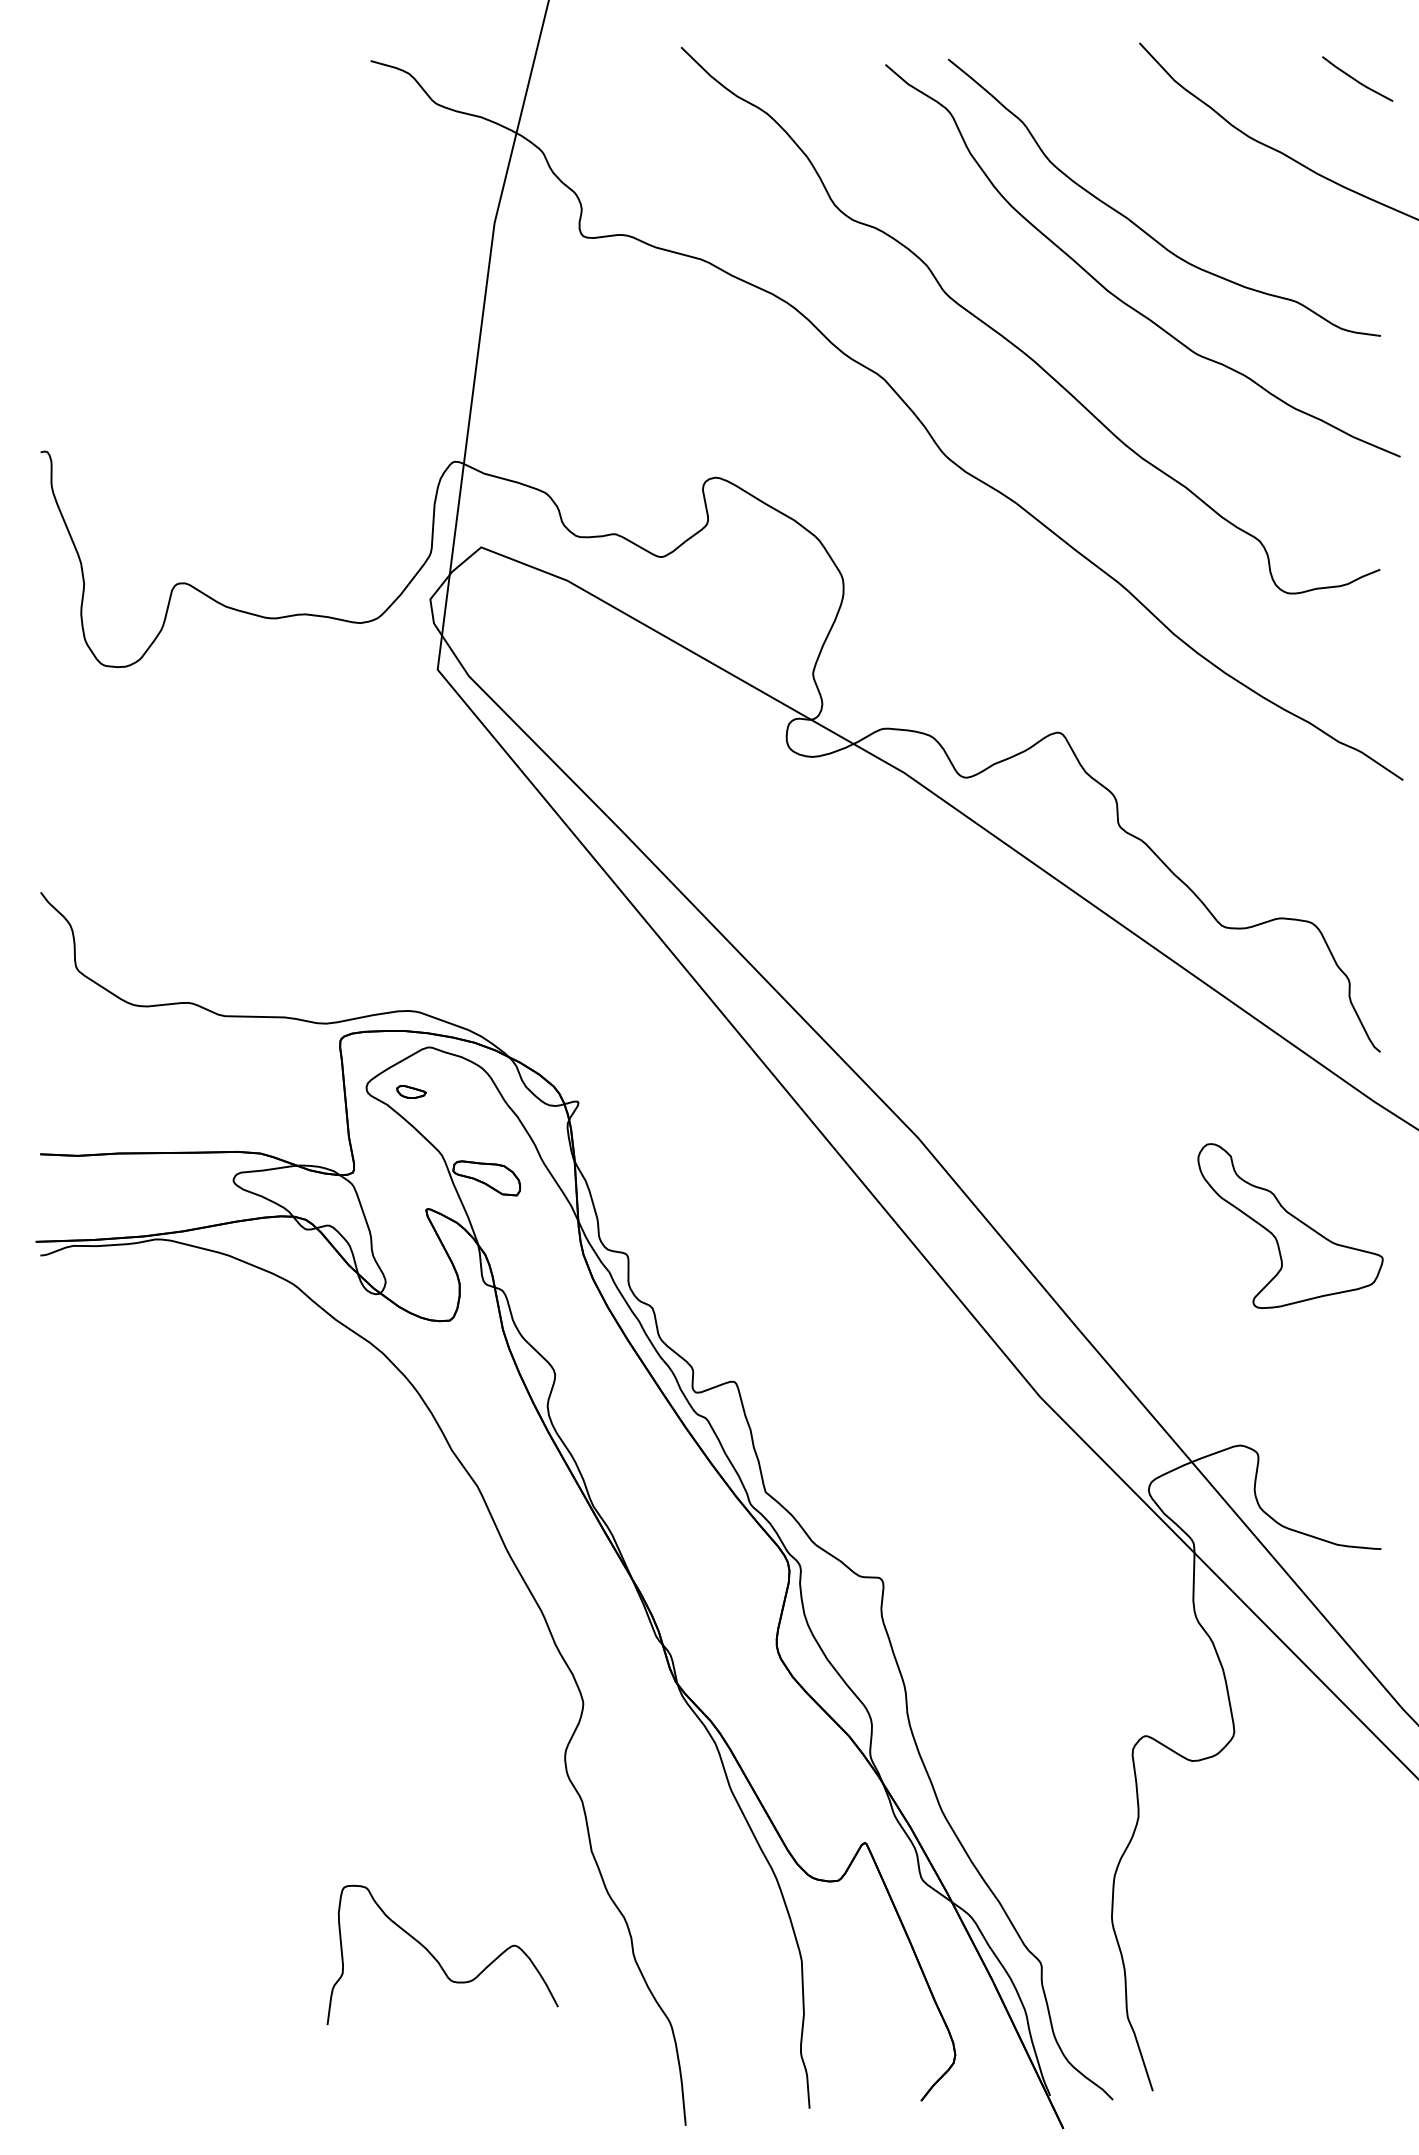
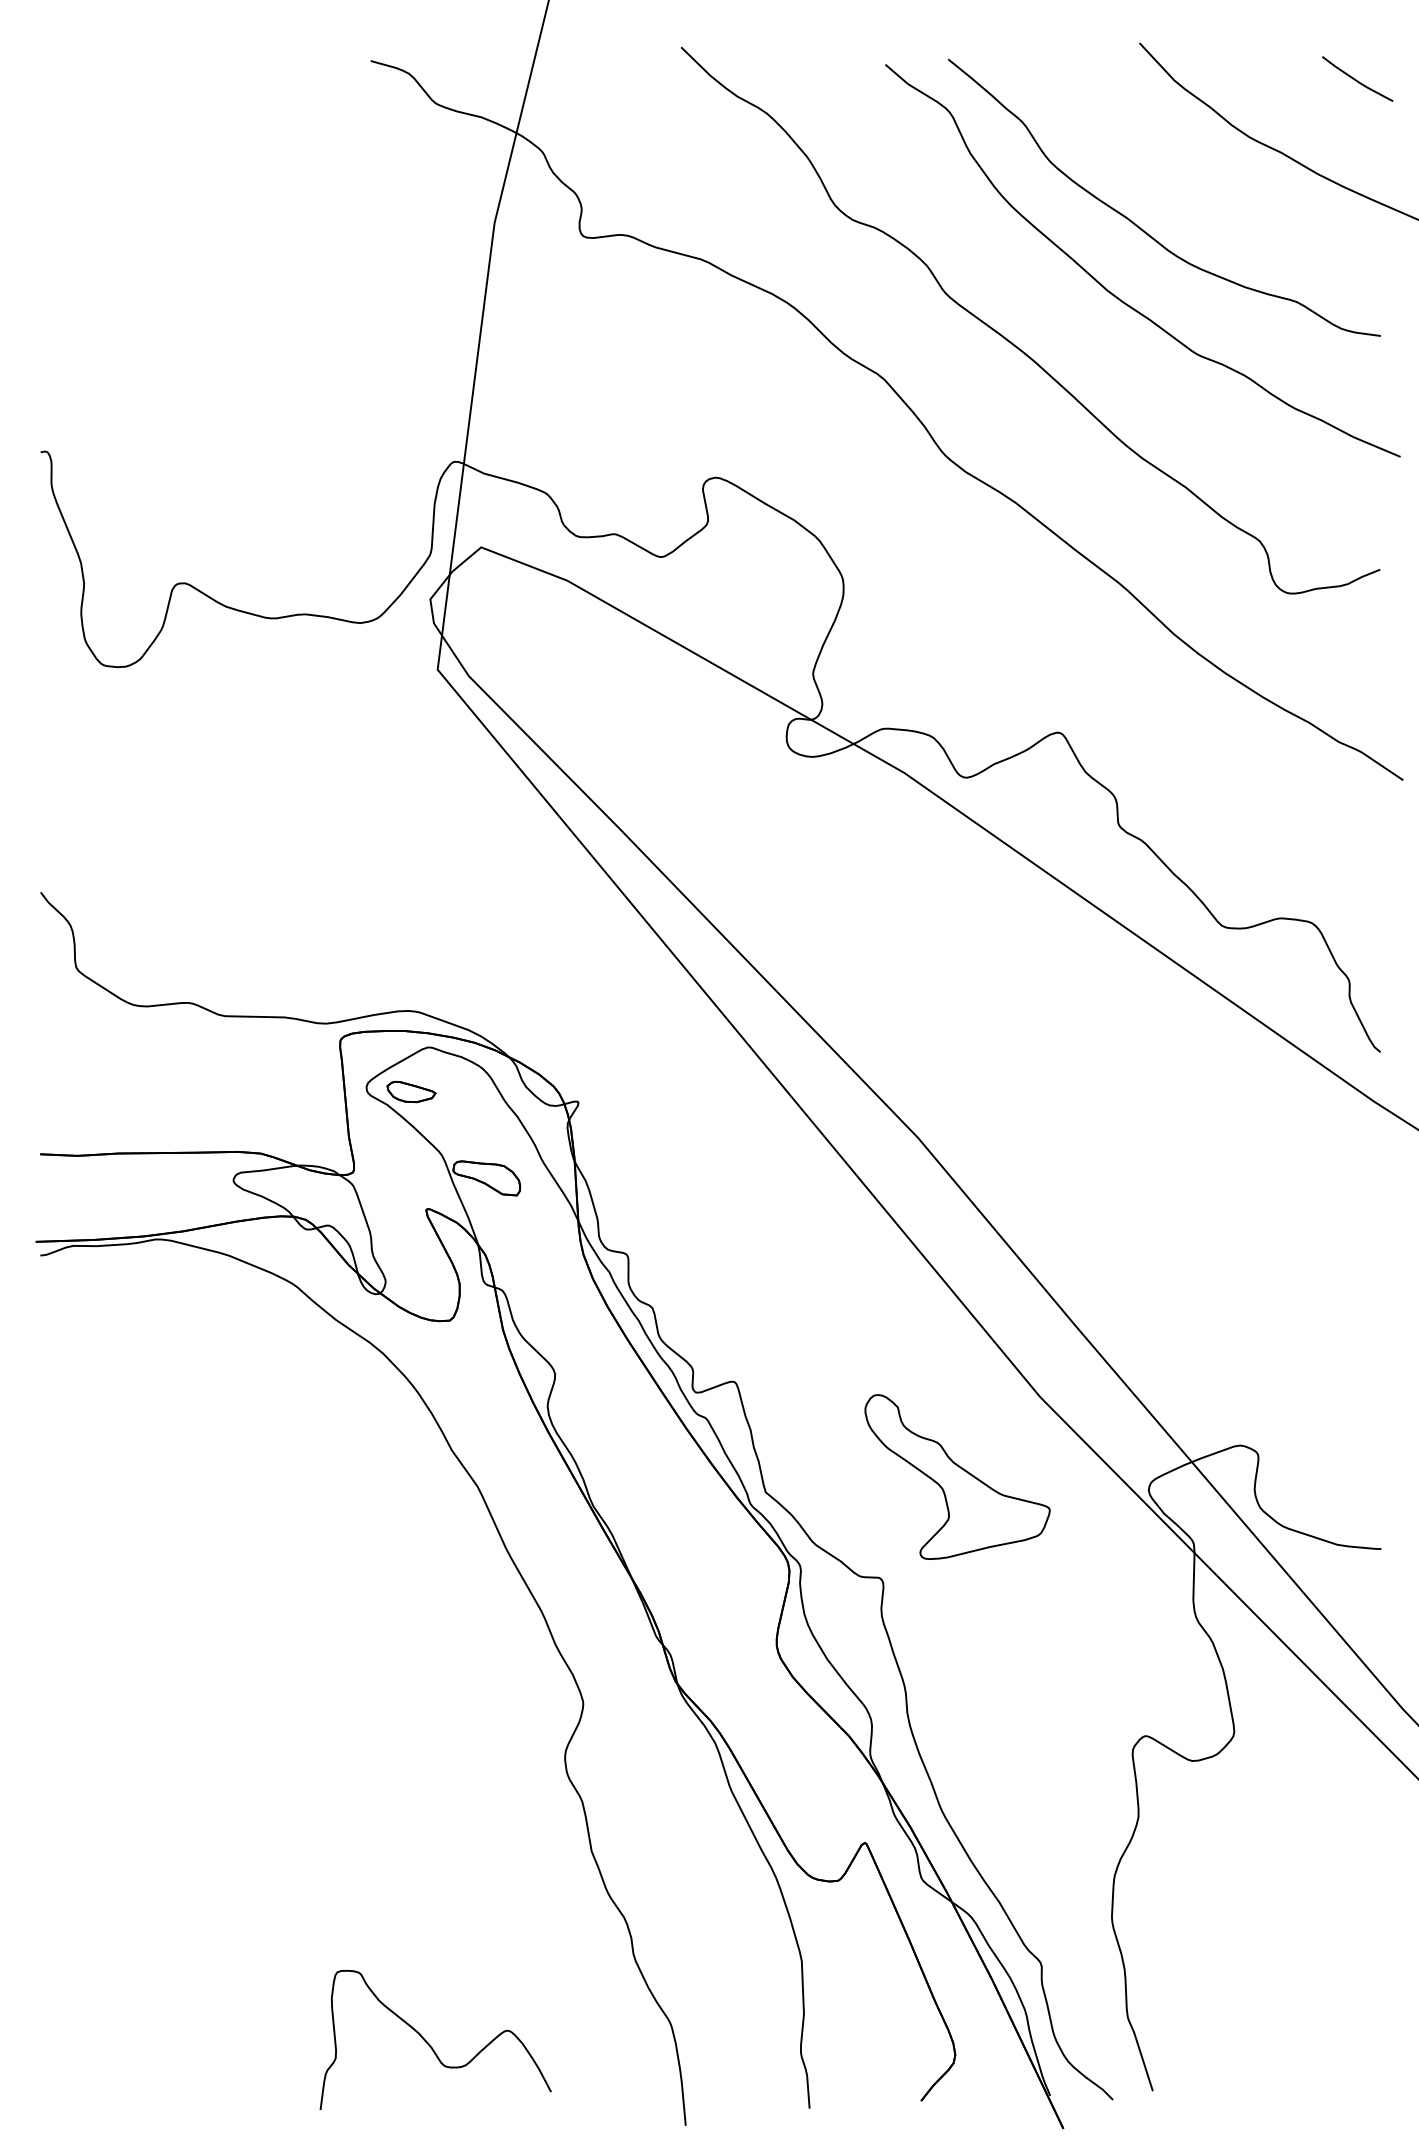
part at (411, 1091) size: 31x14 px -> 51x24 px
part at (1290, 1225) position: (1290, 1225) -> (957, 1476)
curve at (437, 1959) position: (437, 1959) -> (430, 2044)
